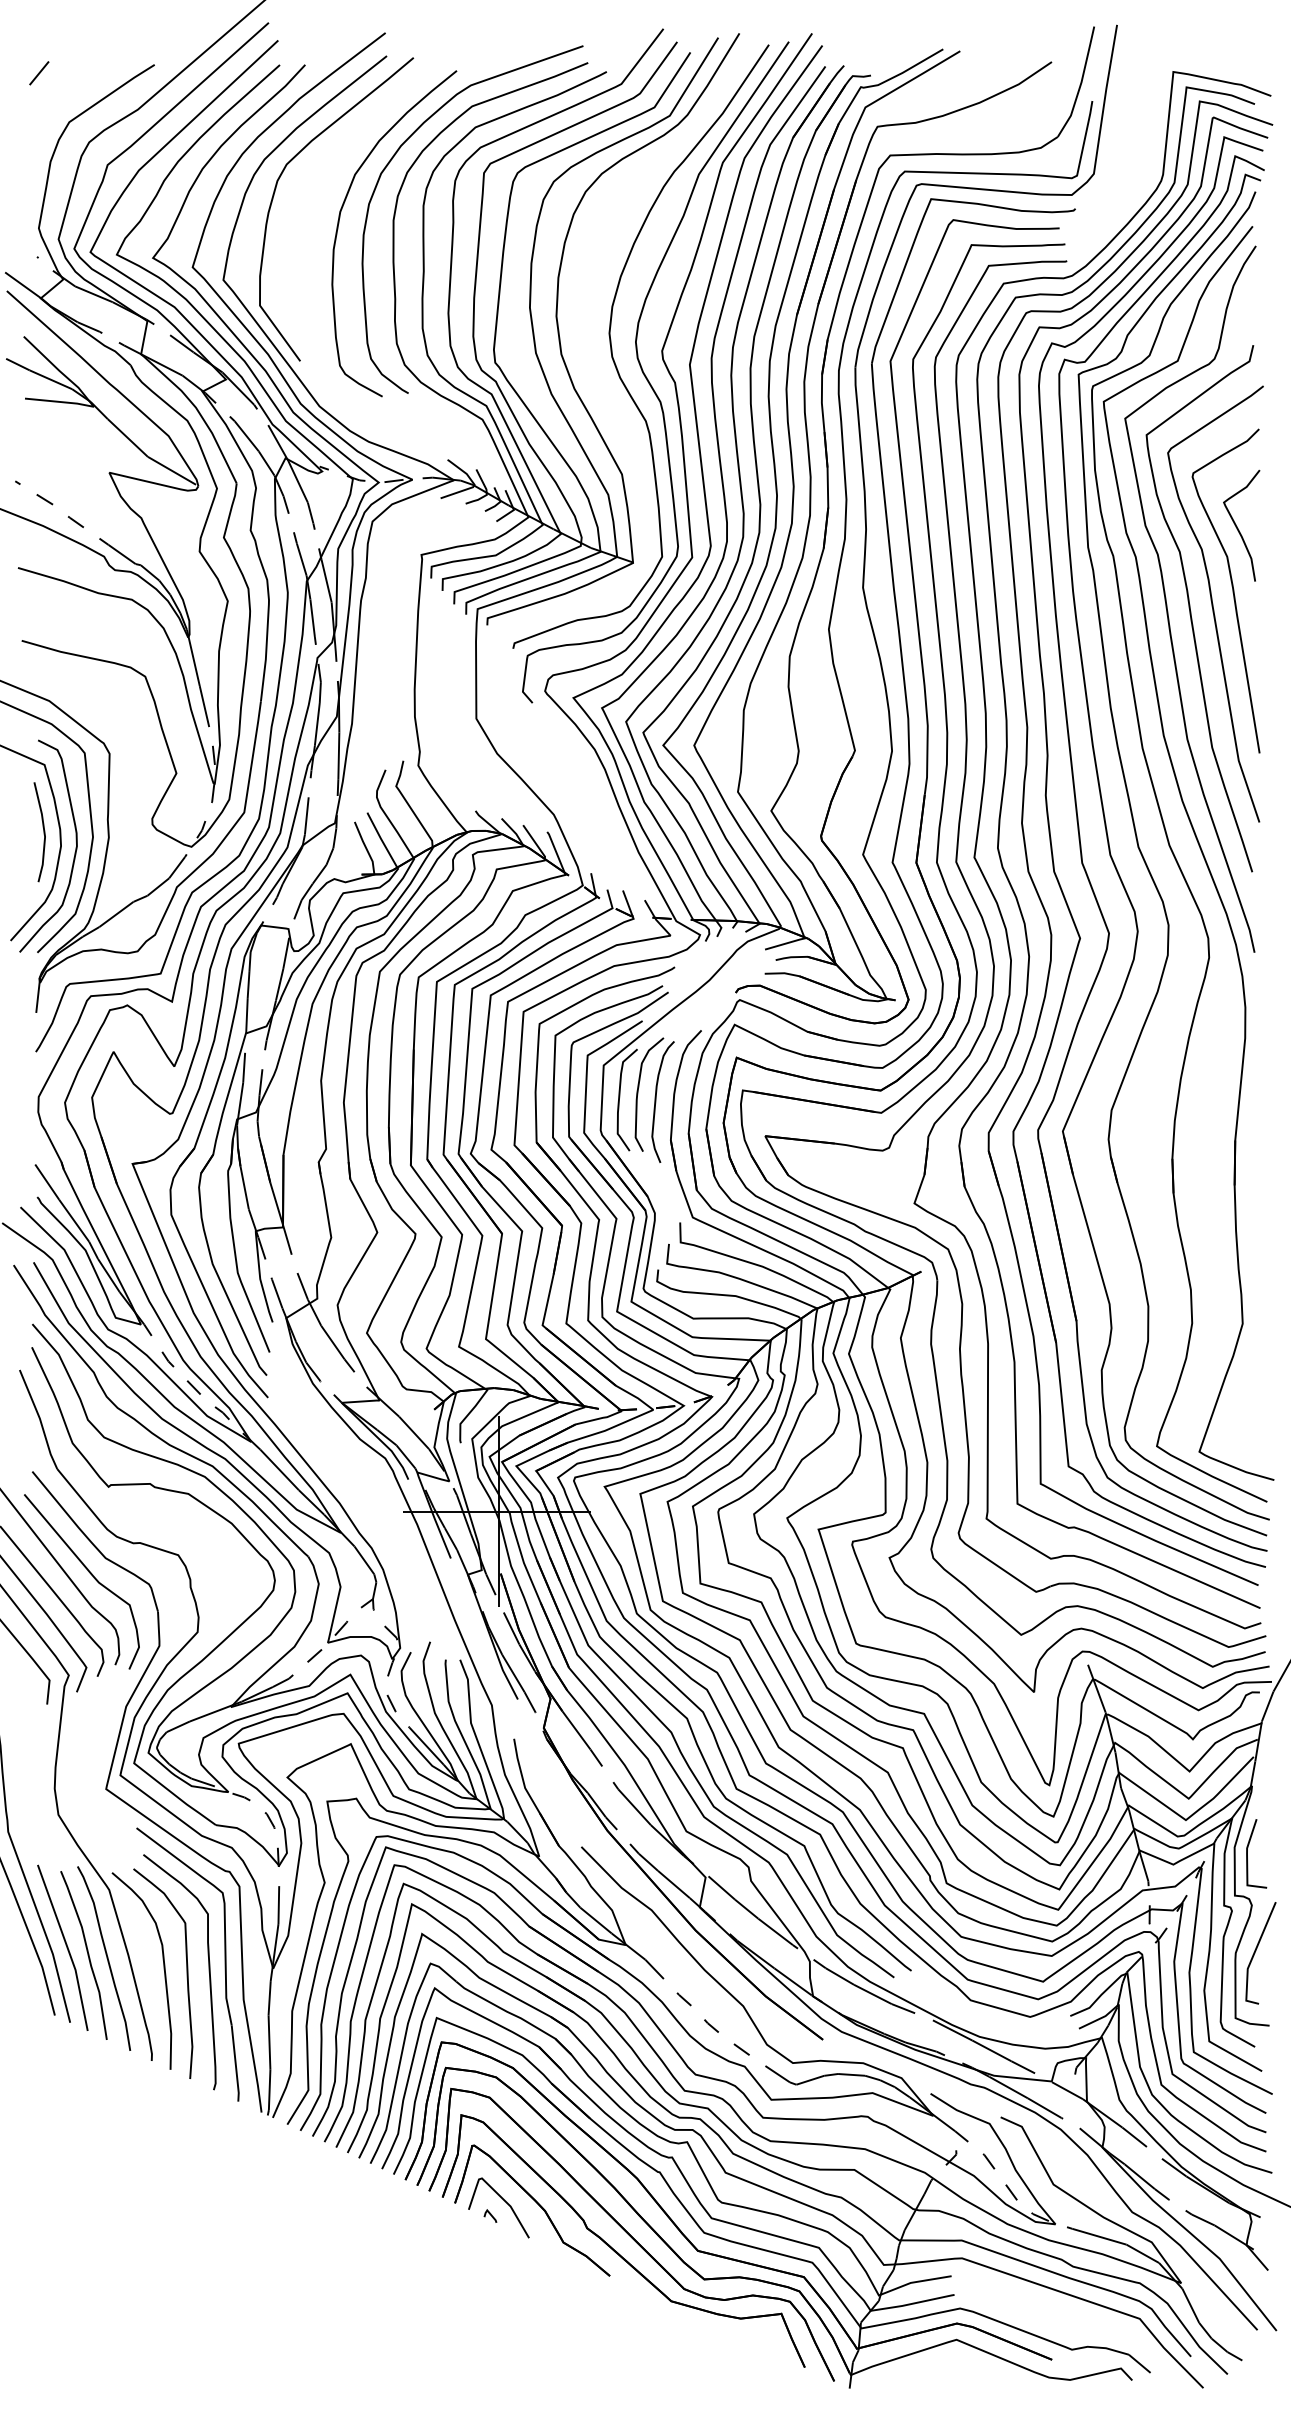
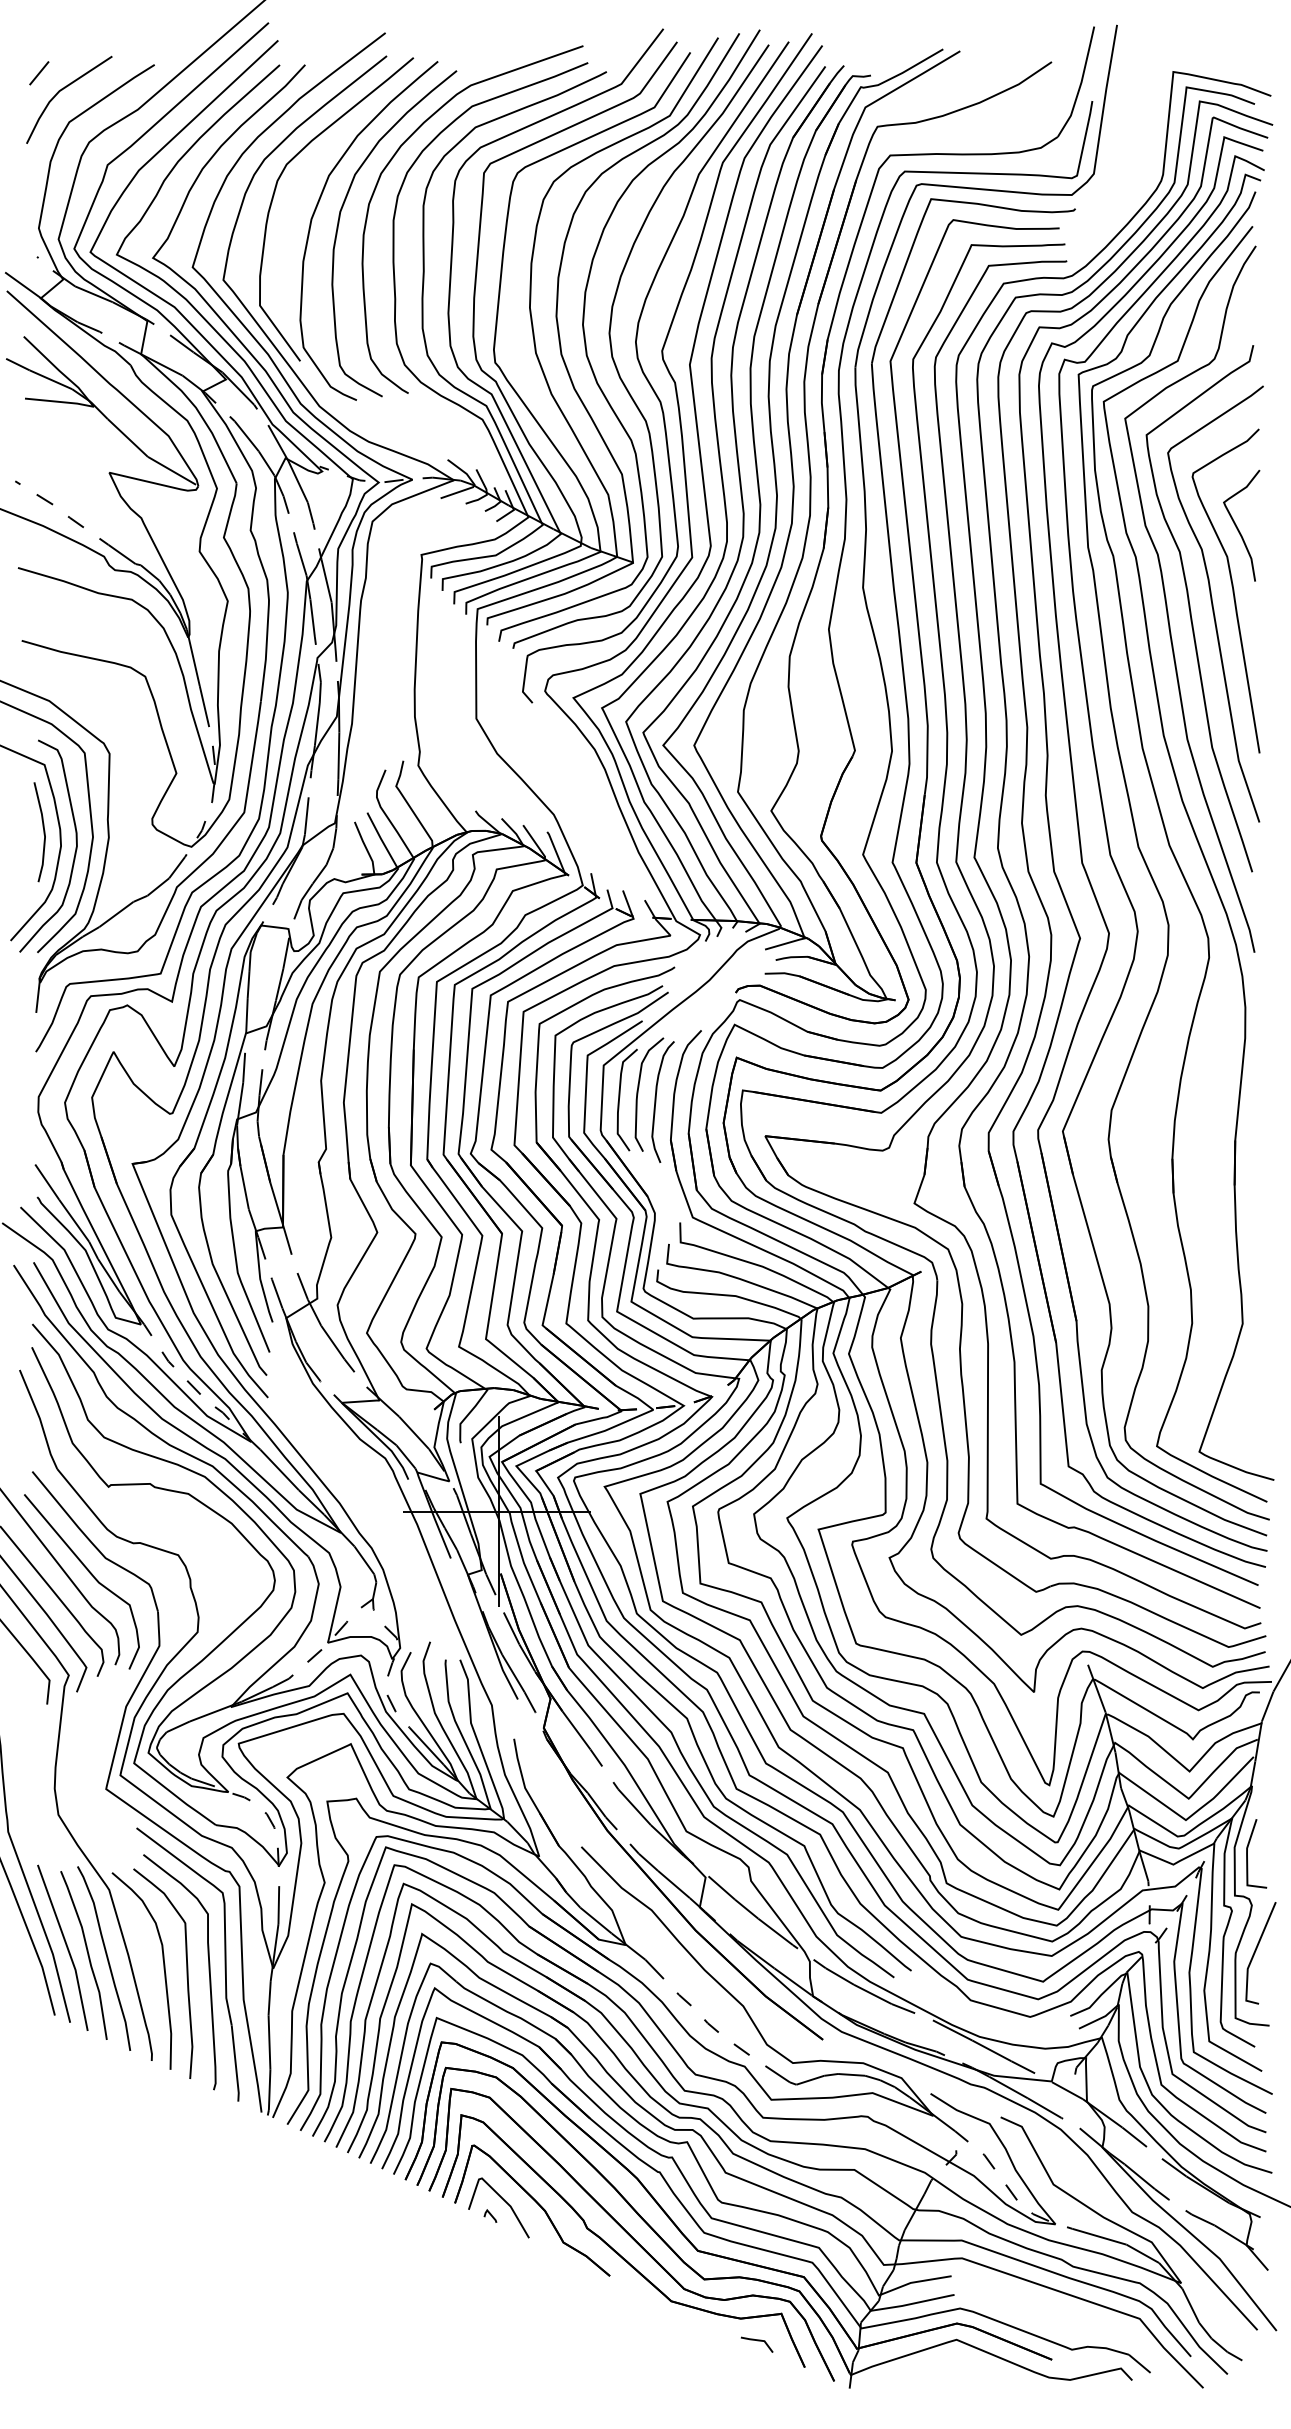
line at (62, 90): none -> present
curve at (317, 207): none -> present
curve at (586, 342): none -> present
line at (757, 2341): none -> present
